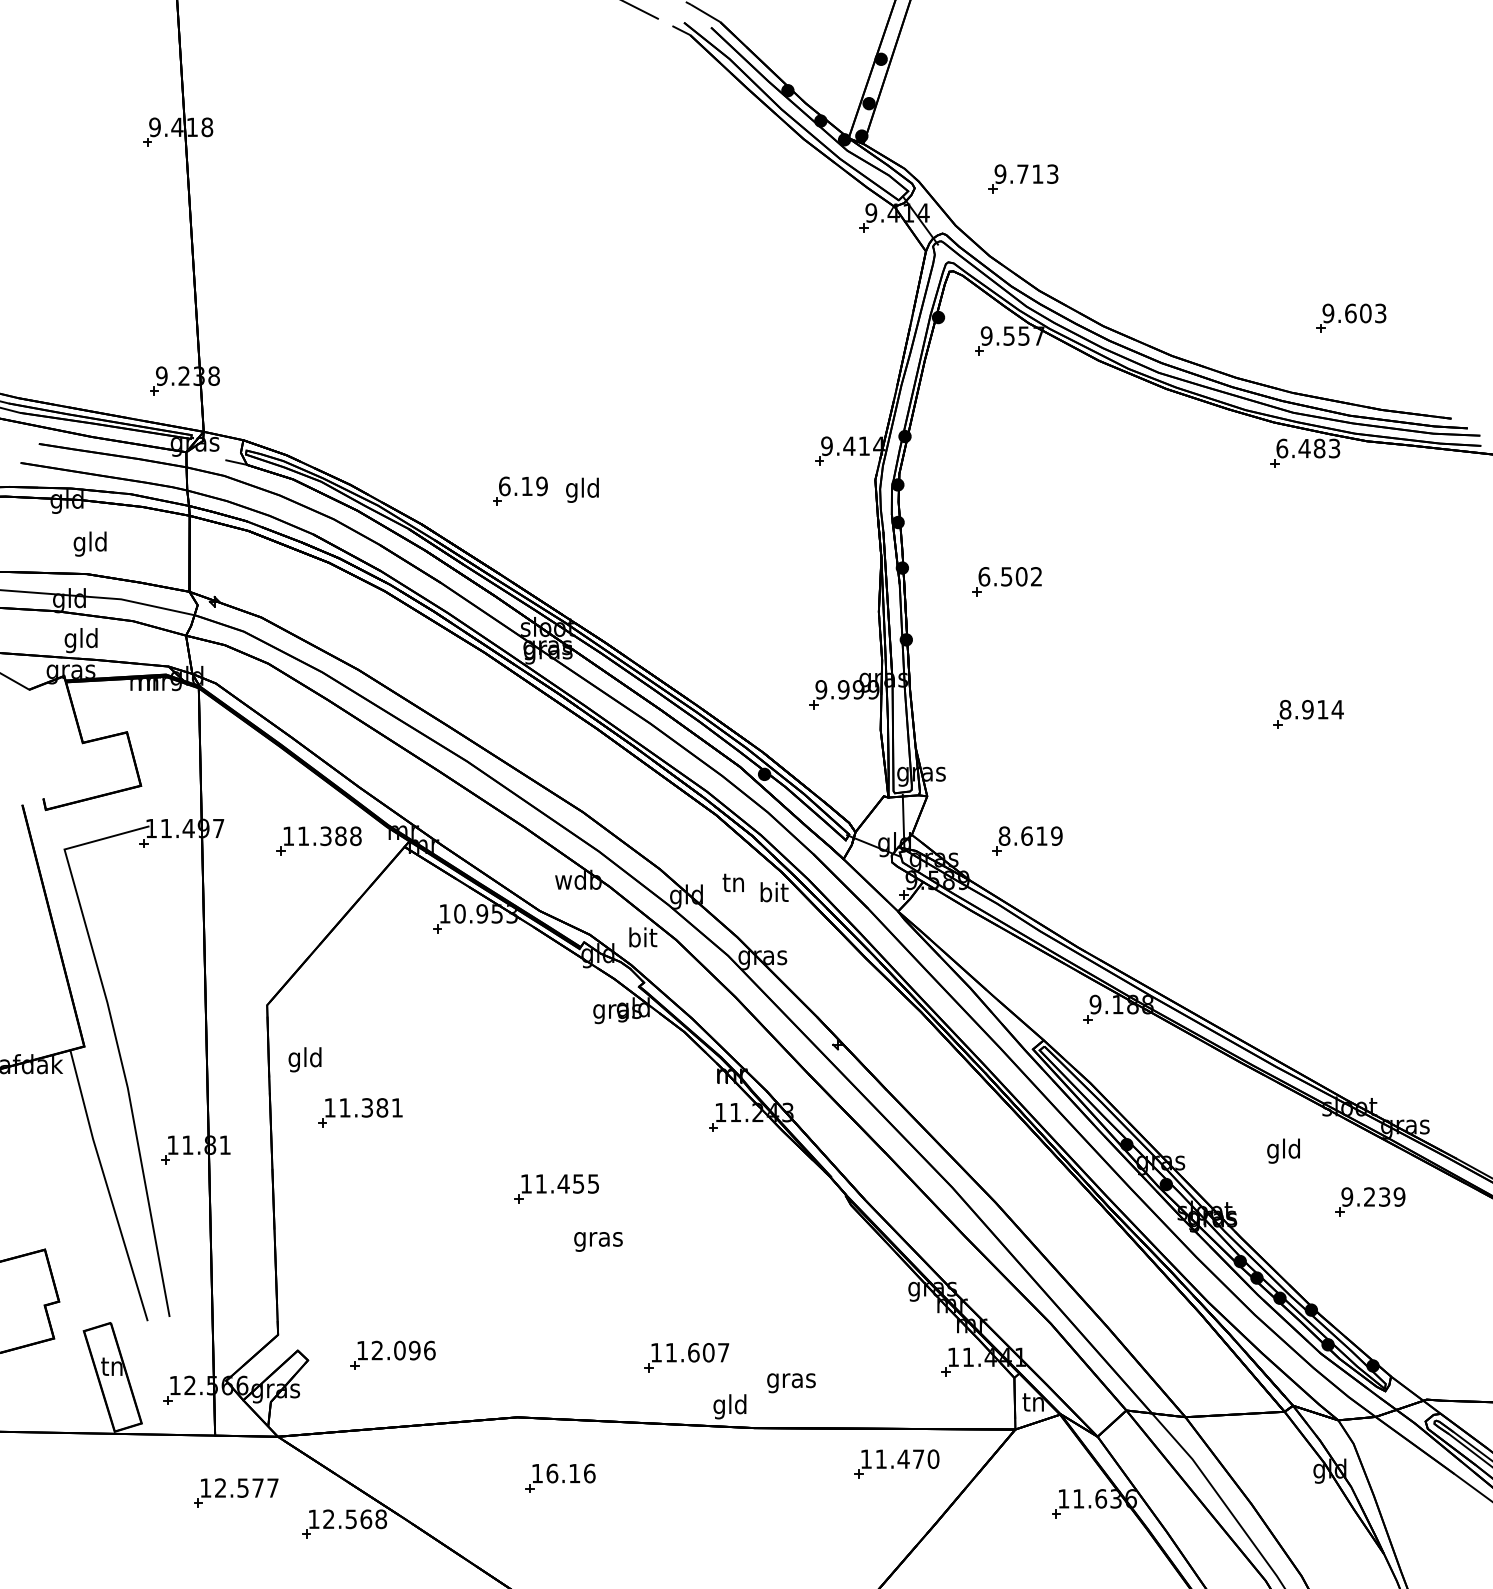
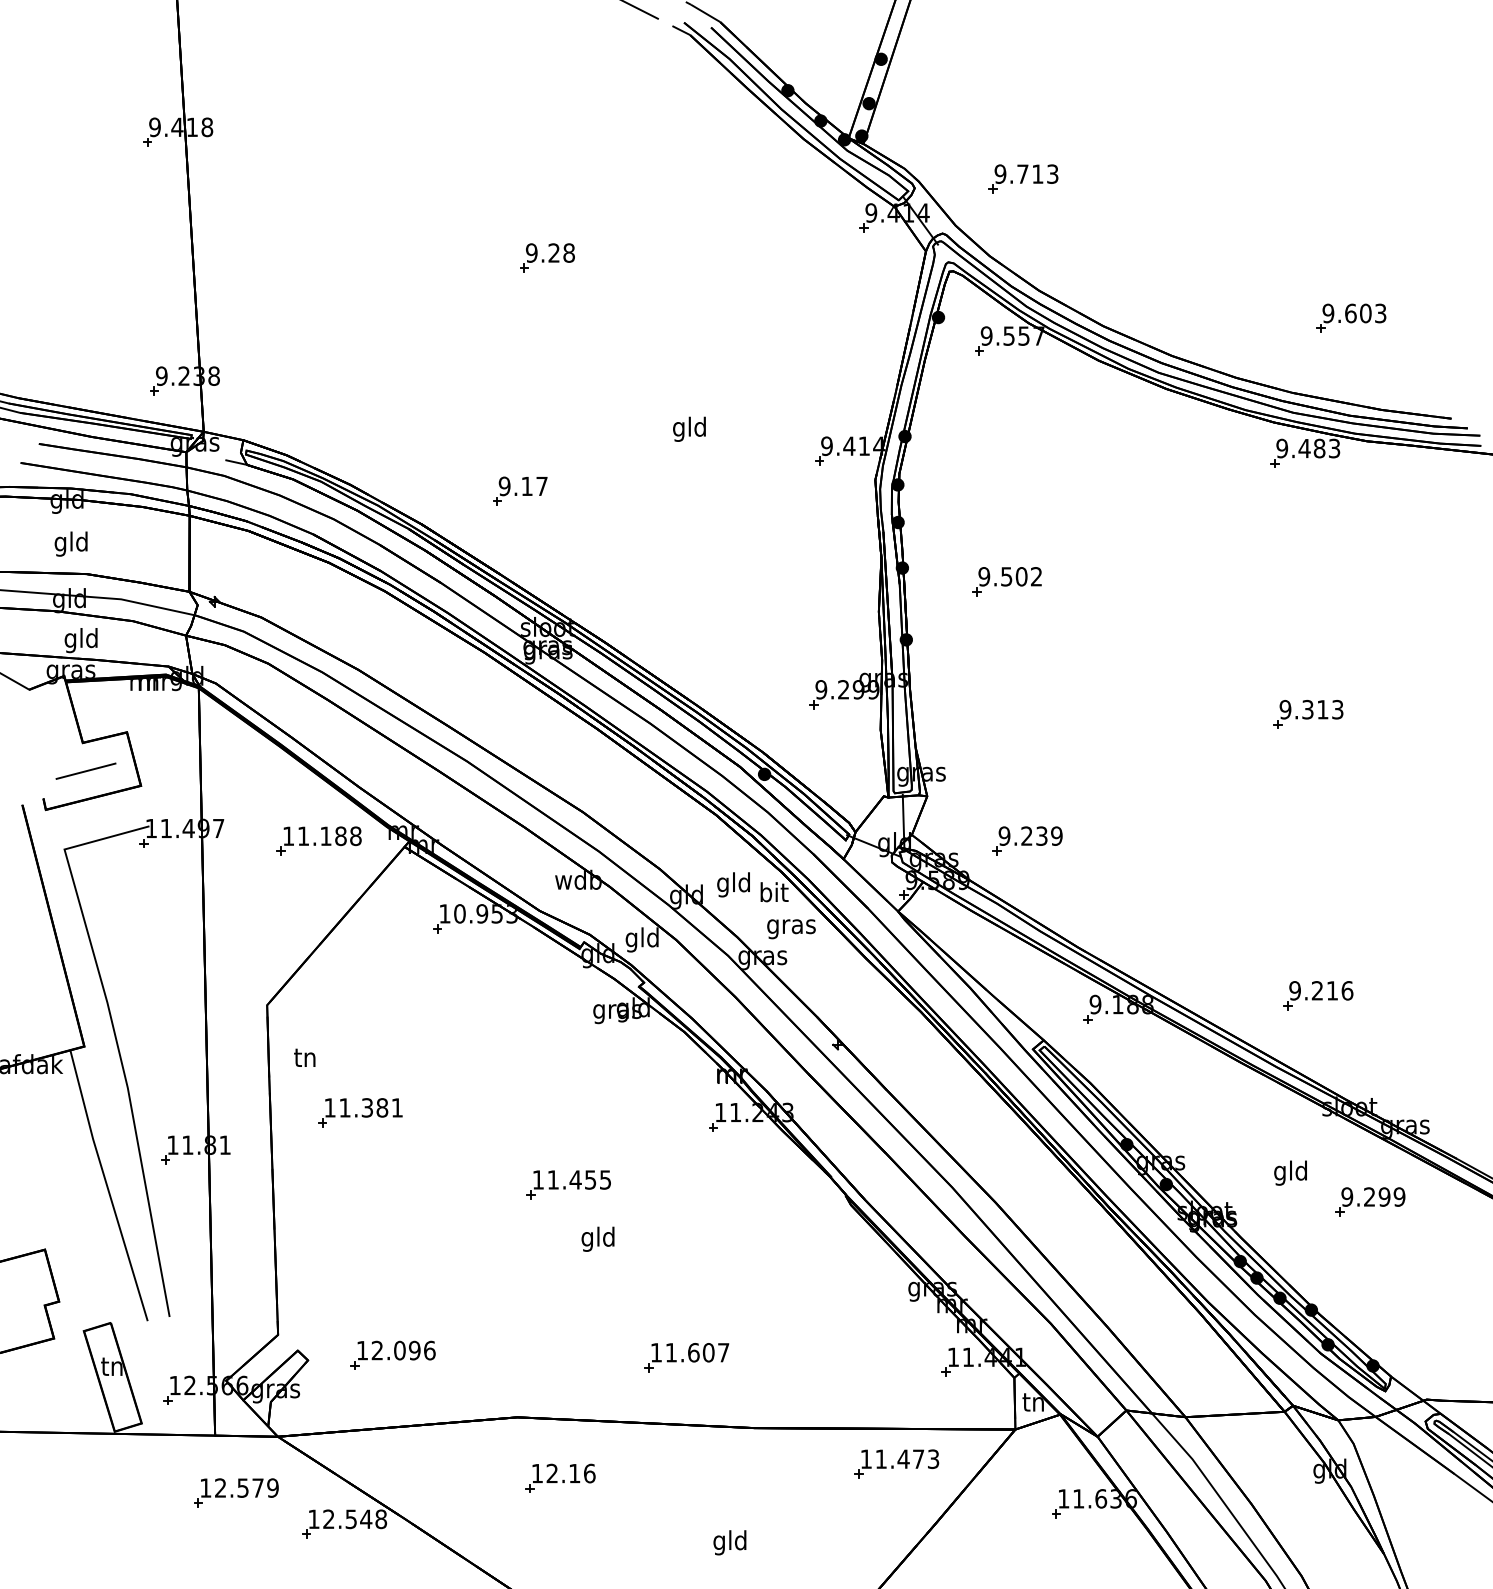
part at (547, 257): none -> present
text at (1282, 448): 6.483 -> 9.483
text at (522, 486): 6.19 -> 9.17
text at (582, 489) position: (582, 489) -> (689, 428)
text at (89, 543) position: (89, 543) -> (70, 543)
text at (984, 576): 6.502 -> 9.502
text at (843, 689): 9.999 -> 9.299
text at (1311, 709): 8.914 -> 9.313
line at (85, 770): none -> present
text at (1022, 835): 8.619 -> 9.239
text at (325, 836): 11.388 -> 11.188
text at (733, 884): tn -> gld
text at (641, 939): bit -> gld
part at (1318, 995): none -> present
text at (304, 1059): gld -> tn
text at (1283, 1150) position: (1283, 1150) -> (1290, 1172)
part at (556, 1188) position: (556, 1188) -> (568, 1184)
text at (1384, 1196): 9.239 -> 9.299
text at (598, 1238): gras -> gld
text at (791, 1383) position: (791, 1383) -> (791, 929)
text at (729, 1406) position: (729, 1406) -> (729, 1542)
text at (933, 1459): 11.470 -> 11.473
text at (552, 1473): 16.16 -> 12.16
text at (272, 1487): 12.577 -> 12.579
text at (366, 1519): 12.568 -> 12.548
